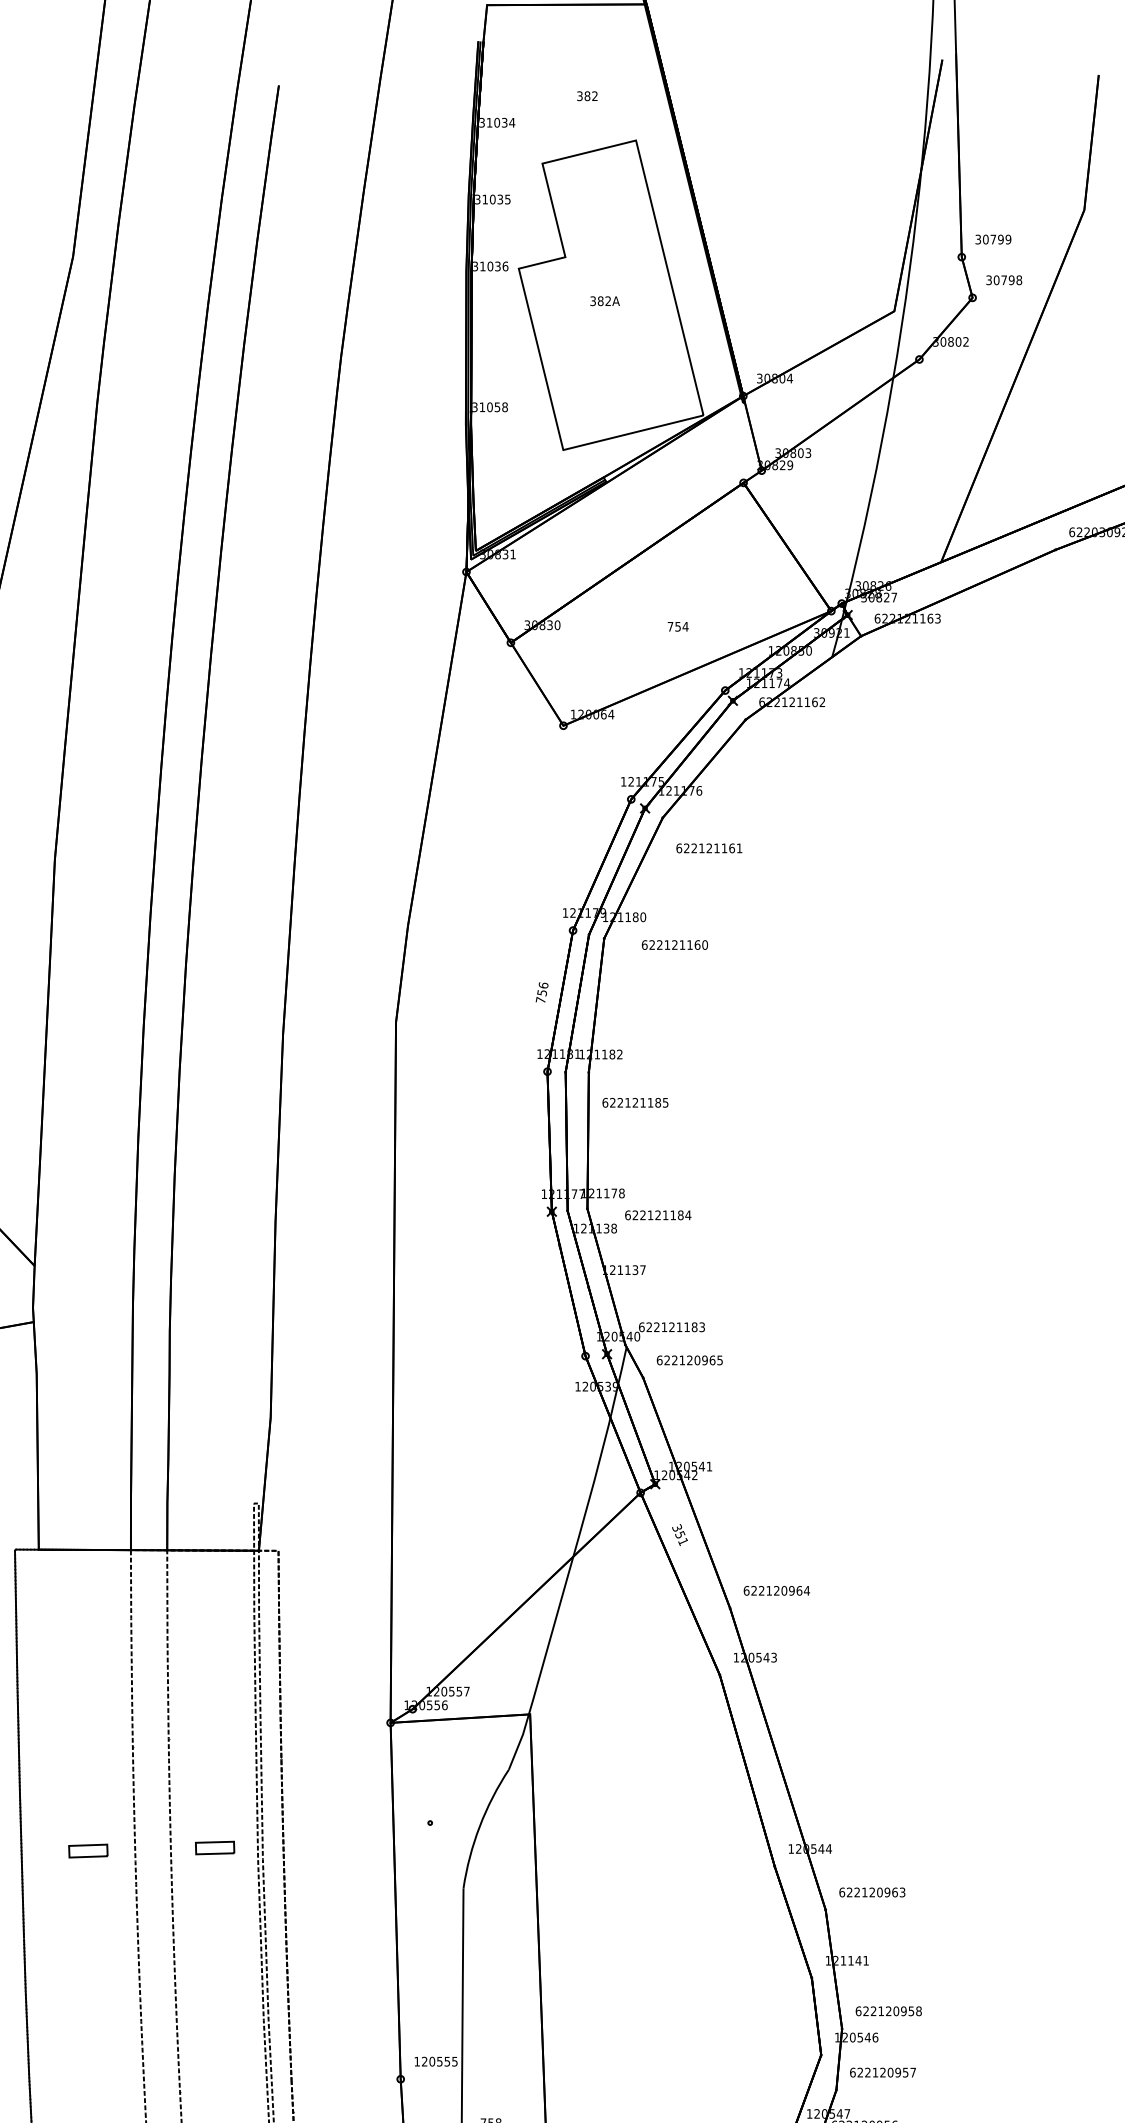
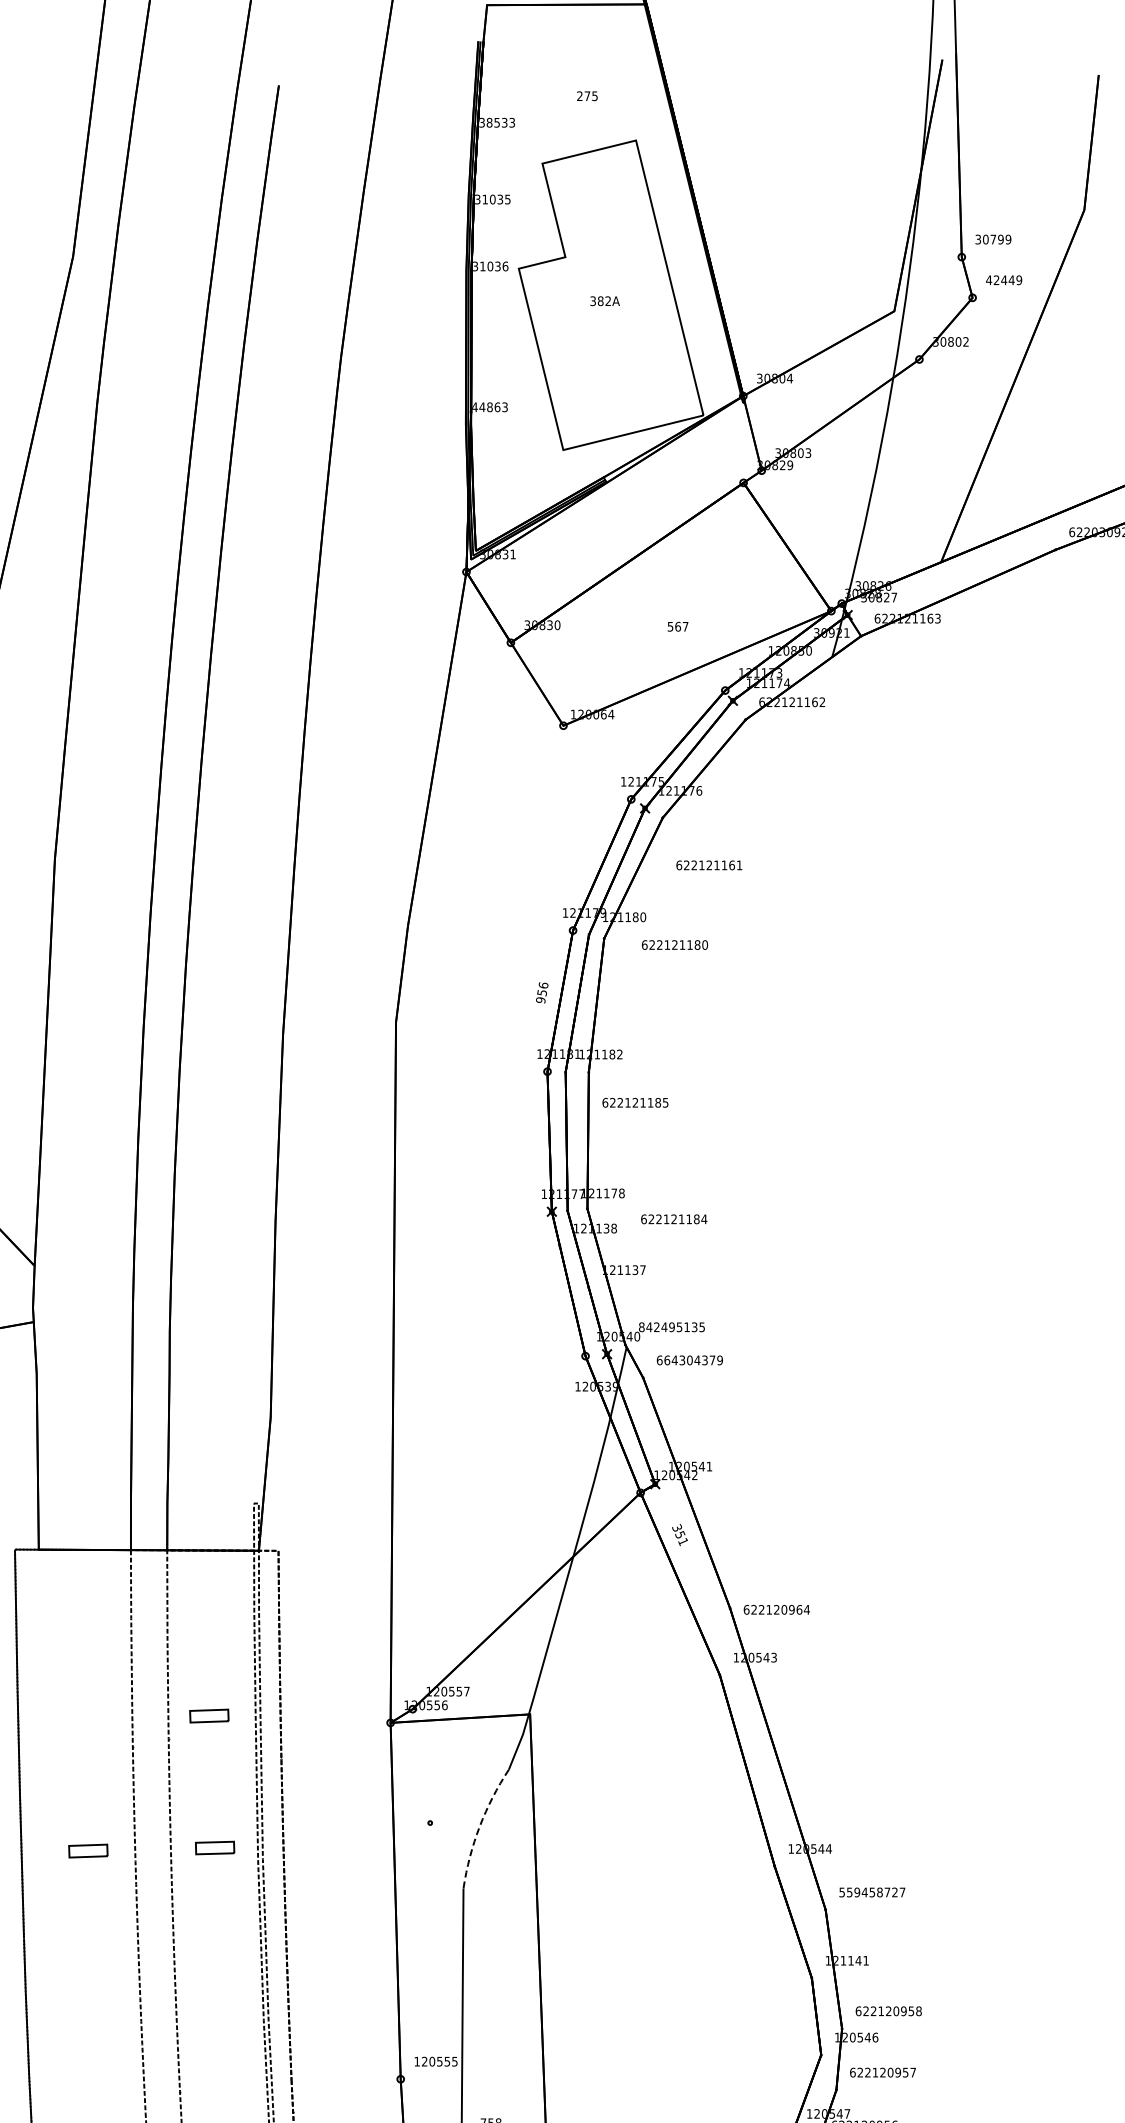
text at (587, 96): 382 -> 275
text at (500, 122): 31034 -> 38533
text at (1004, 280): 30798 -> 42449
text at (489, 407): 31058 -> 44863
text at (677, 626): 754 -> 567
text at (709, 848) position: (709, 848) -> (709, 865)
text at (697, 944): 622121160 -> 622121180
text at (540, 1000): 756 -> 956
text at (658, 1215) position: (658, 1215) -> (674, 1219)
text at (671, 1327): 622121183 -> 842495135
text at (693, 1360): 622120965 -> 664304379
text at (776, 1590) position: (776, 1590) -> (776, 1609)
part at (209, 1715): none -> present
line at (479, 1826): solid -> dashed
text at (872, 1892): 622120963 -> 559458727
